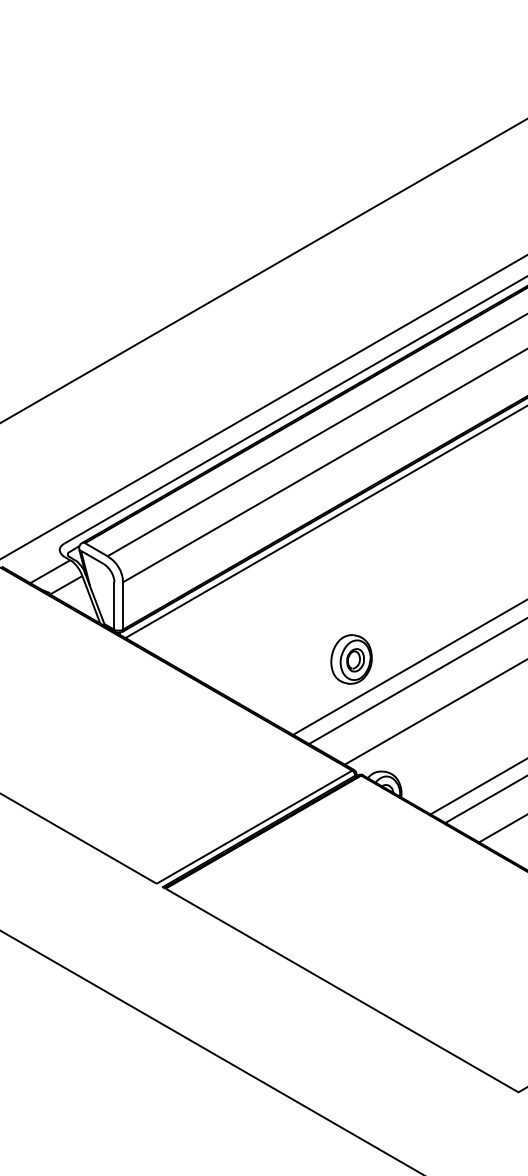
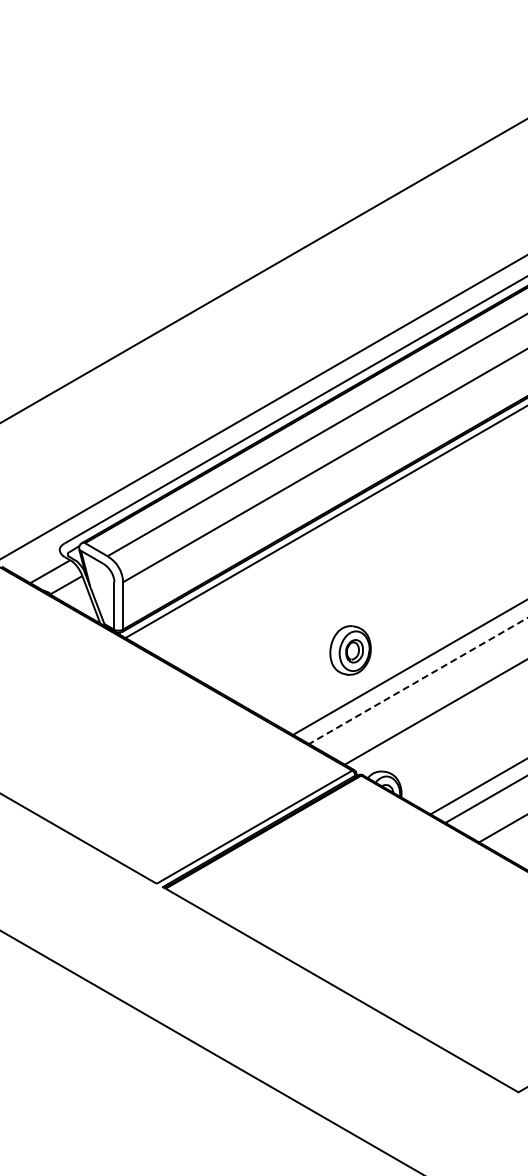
part at (351, 659) position: (351, 659) -> (350, 650)
line at (418, 681): solid -> dashed
